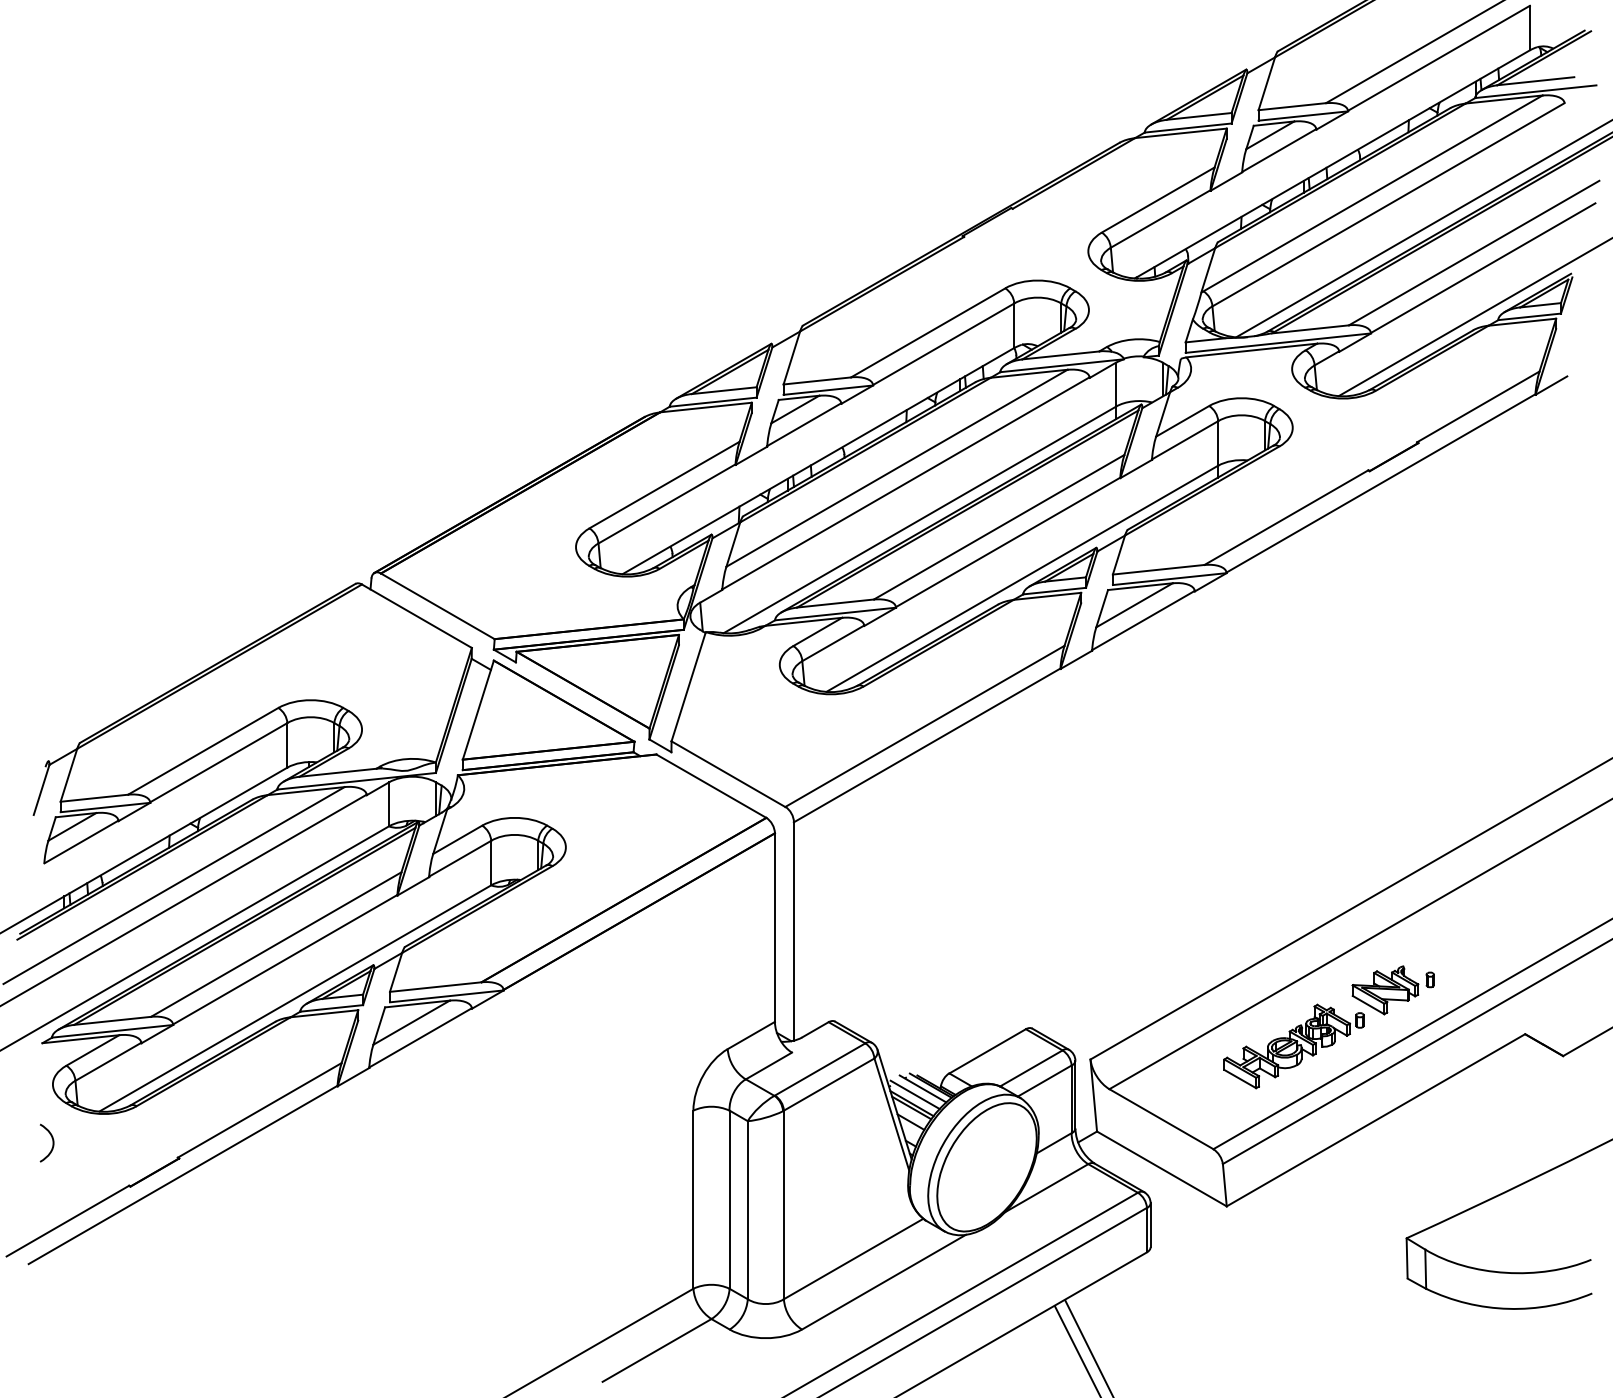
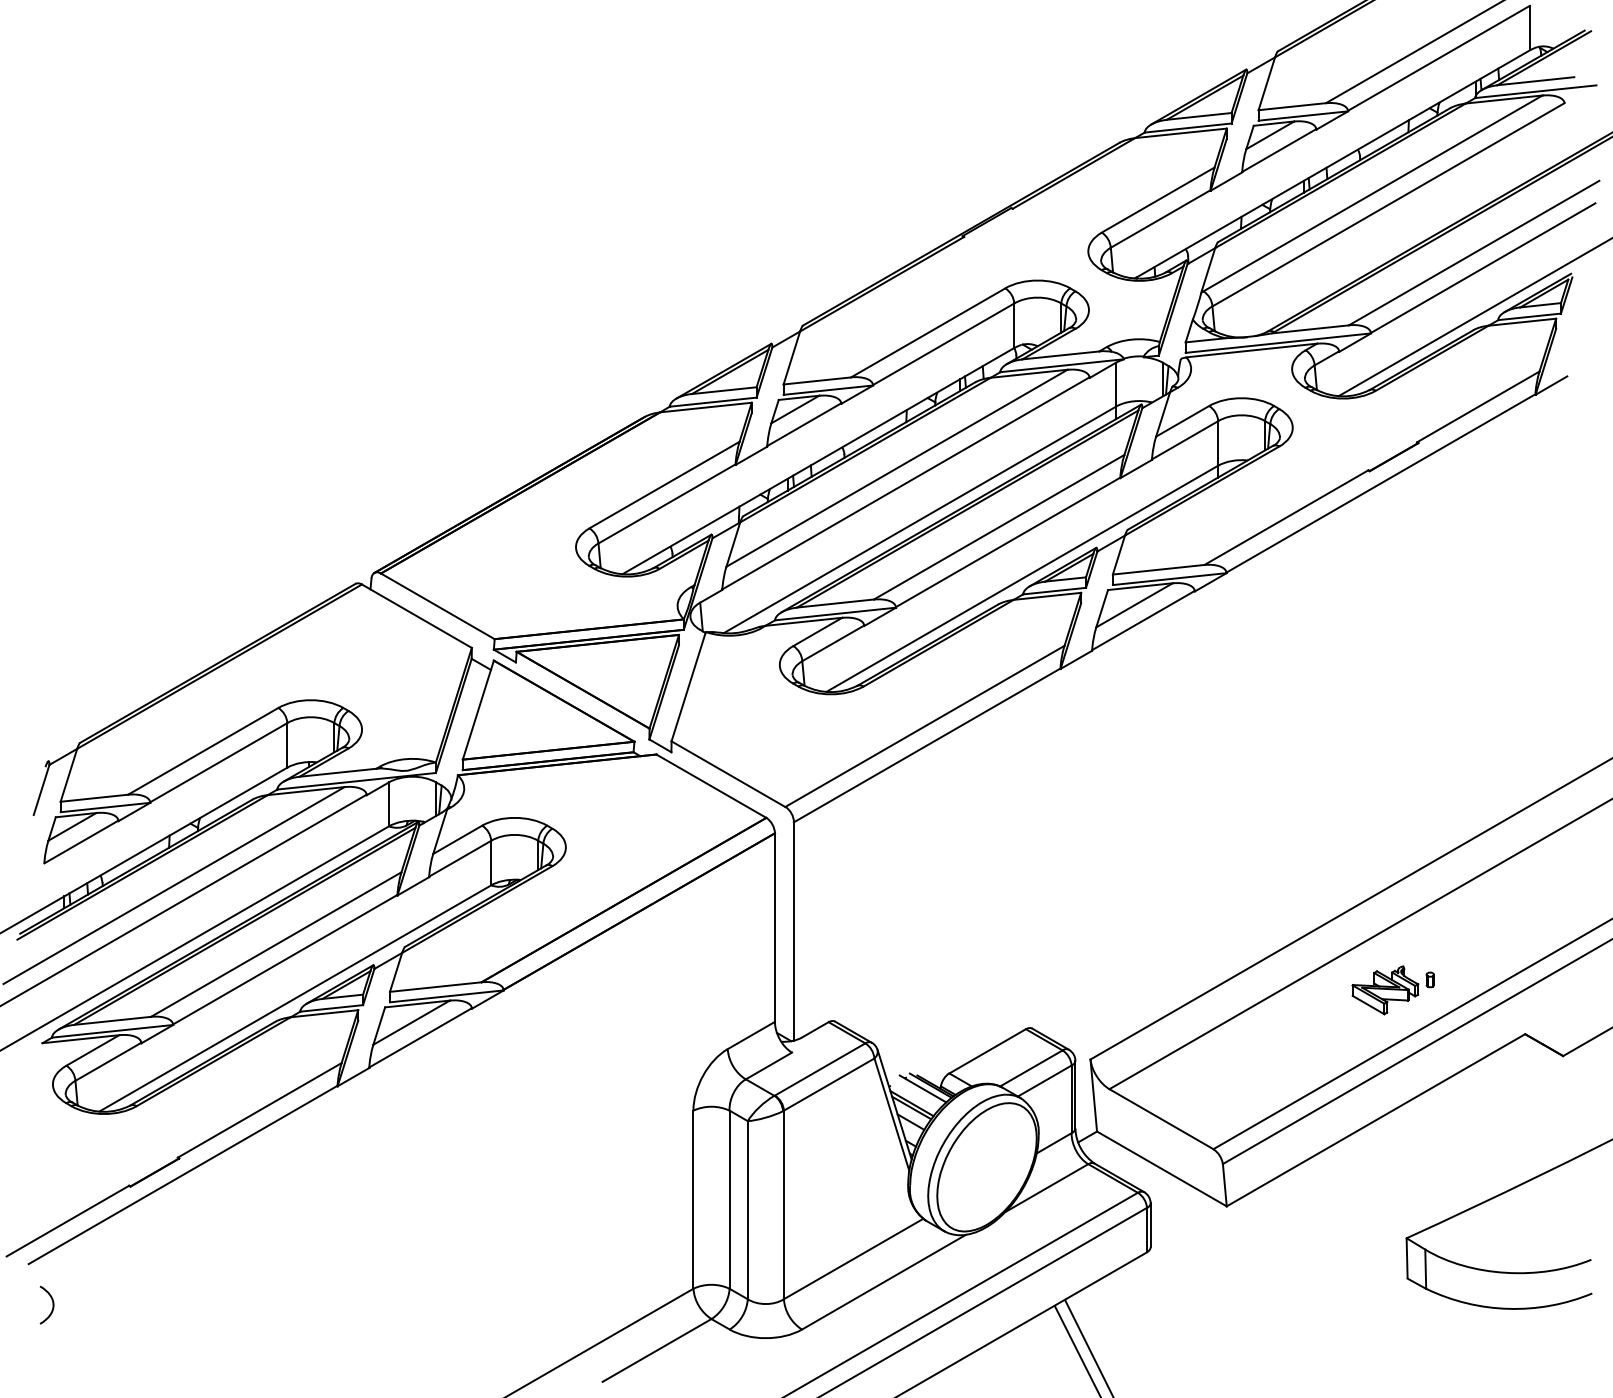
line at (1422, 229): present -> none
part at (1293, 1046): present -> none
line at (914, 1094): present -> none
curve at (52, 1142) position: (52, 1142) -> (52, 1304)
